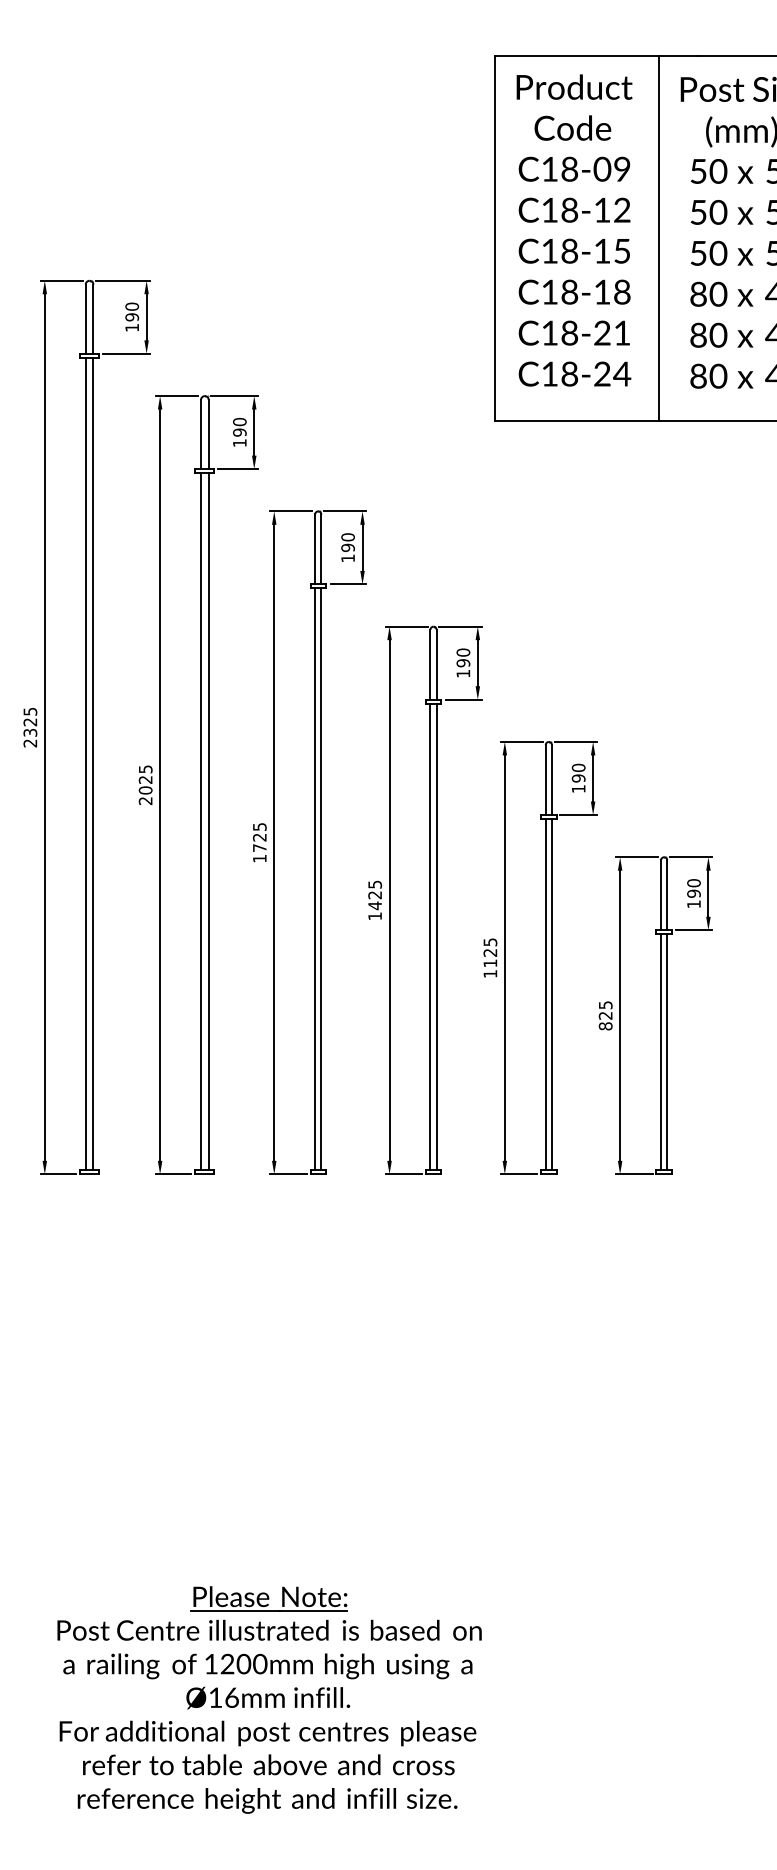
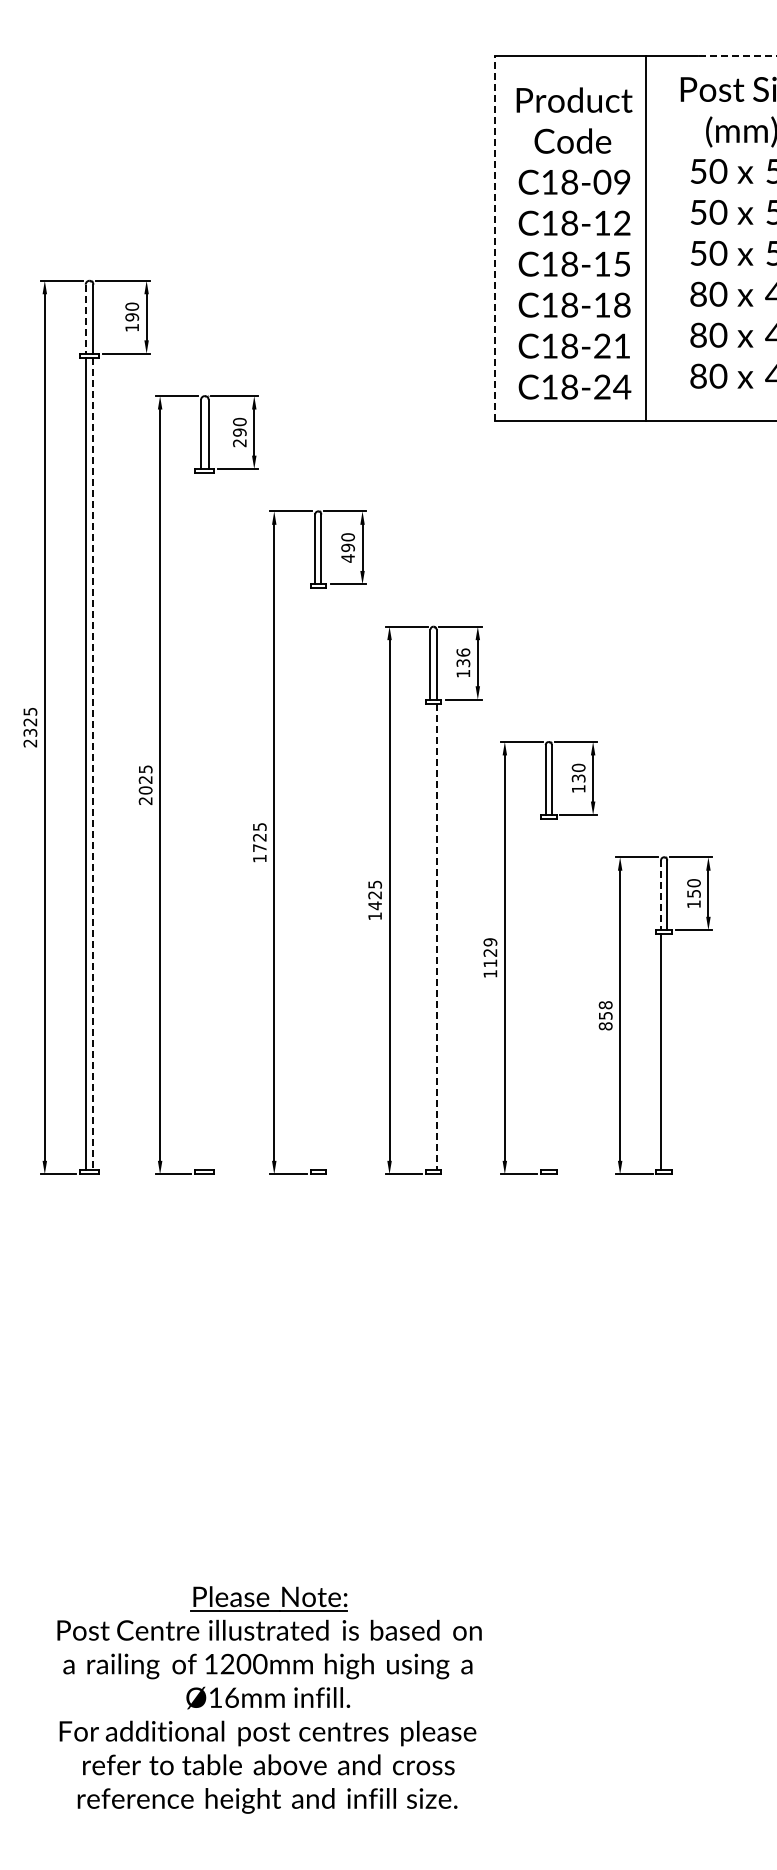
line at (737, 56): solid -> dashed
text at (574, 230) position: (574, 230) -> (574, 243)
line at (495, 238): solid -> dashed
line at (659, 238) position: (659, 238) -> (646, 238)
line at (85, 319): solid -> dashed
text at (239, 443): 190 -> 290
text at (347, 558): 190 -> 490
text at (463, 657): 190 -> 136
line at (93, 764): solid -> dashed
text at (578, 778): 190 -> 130
line at (201, 821): present -> none
line at (208, 821): present -> none
line at (315, 879): present -> none
line at (321, 879): present -> none
text at (693, 893): 190 -> 150
line at (661, 895): solid -> dashed
line at (430, 936): present -> none
line at (436, 937): solid -> dashed
text at (489, 942): 1125 -> 1129
line at (545, 994): present -> none
line at (551, 994): present -> none
text at (605, 1010): 825 -> 858
line at (667, 1052): present -> none
